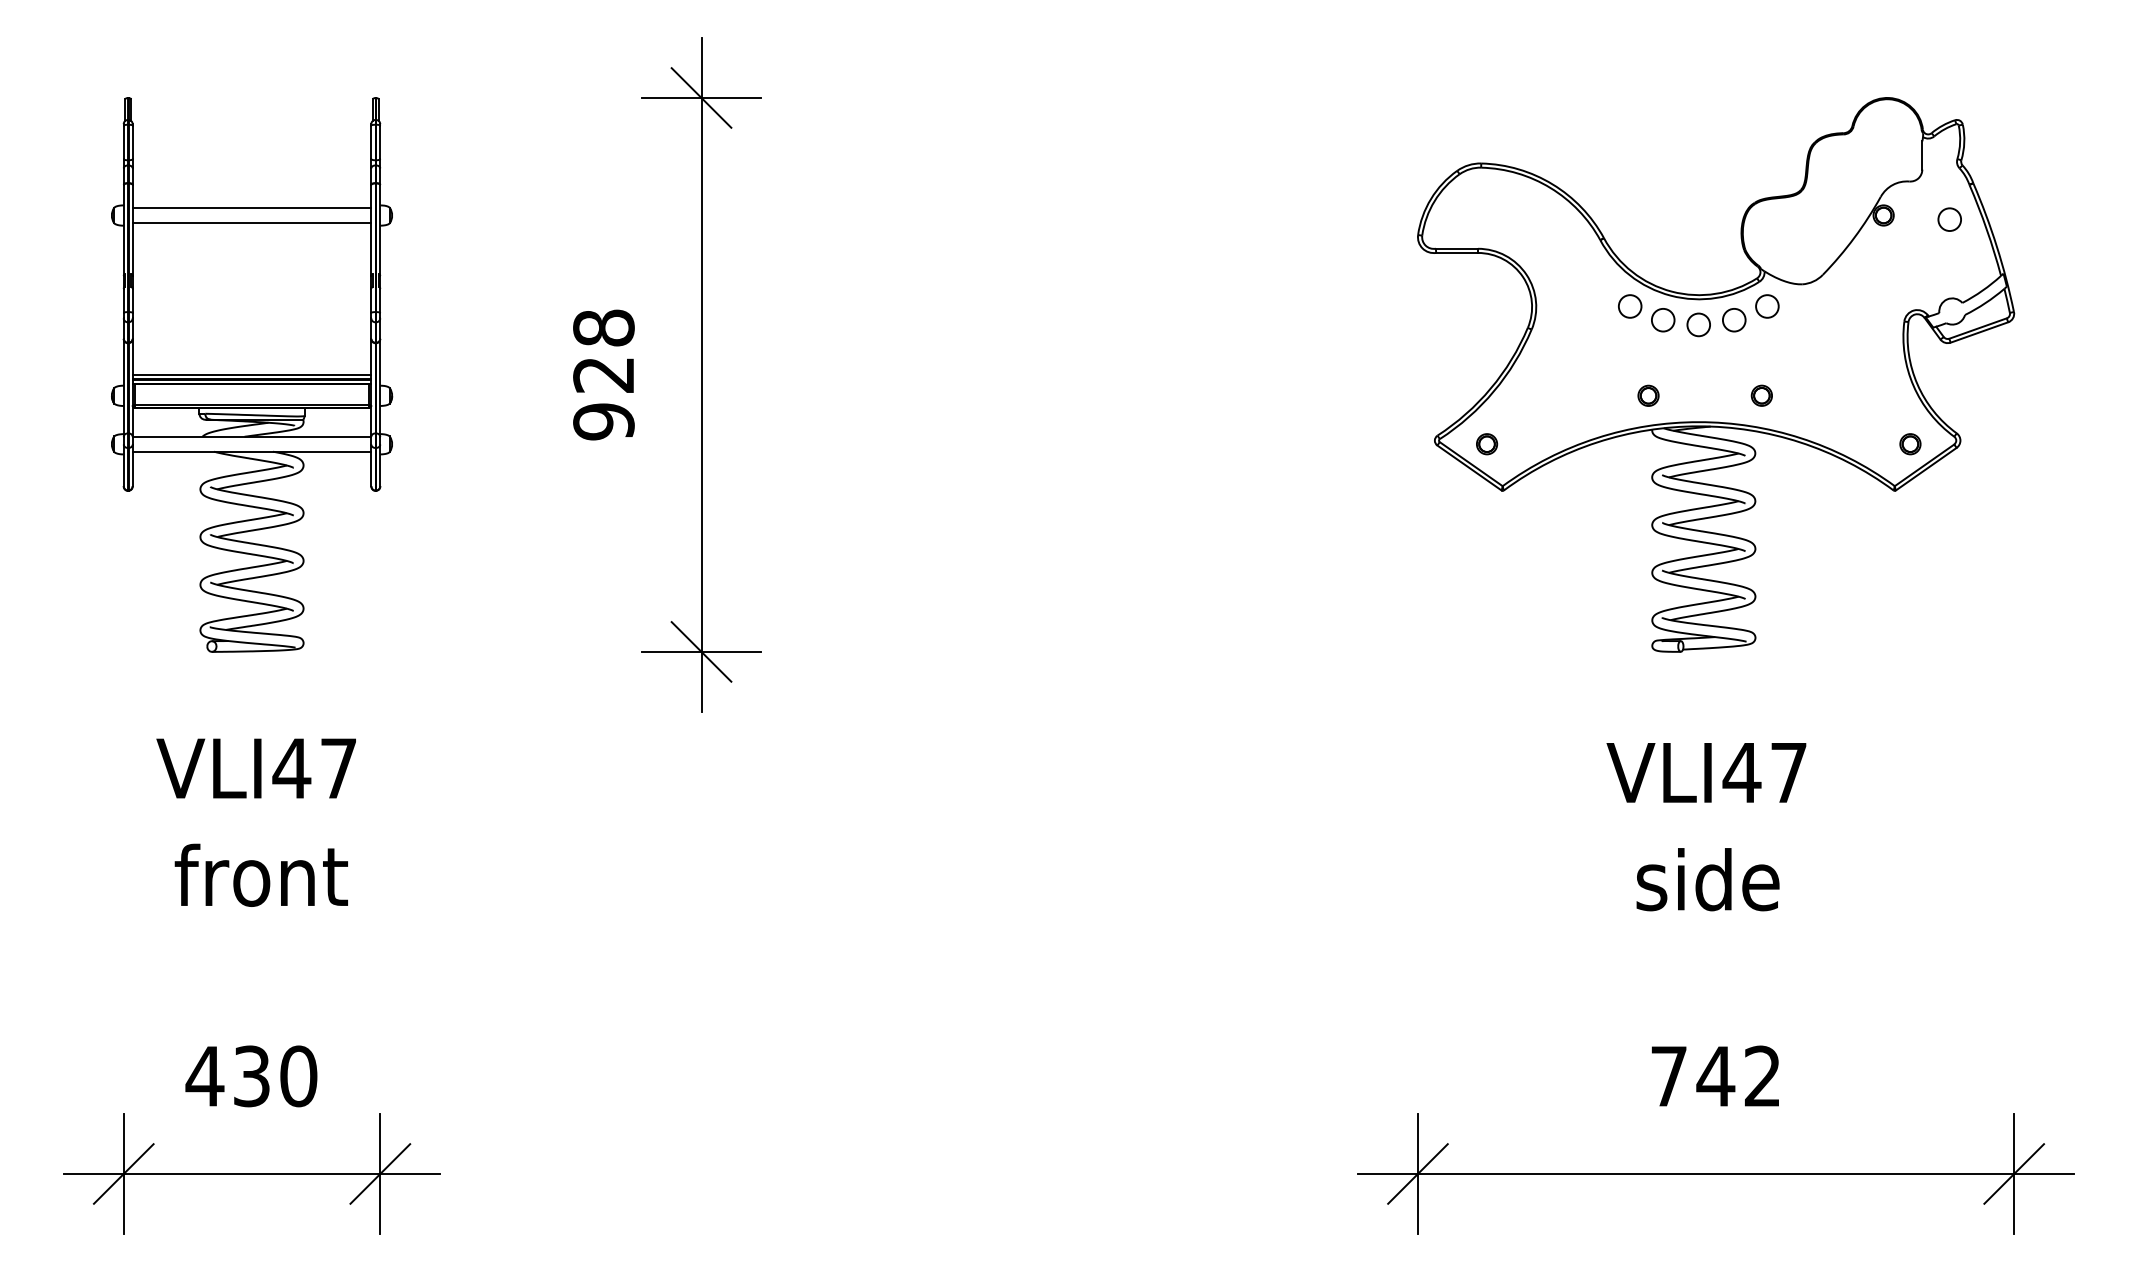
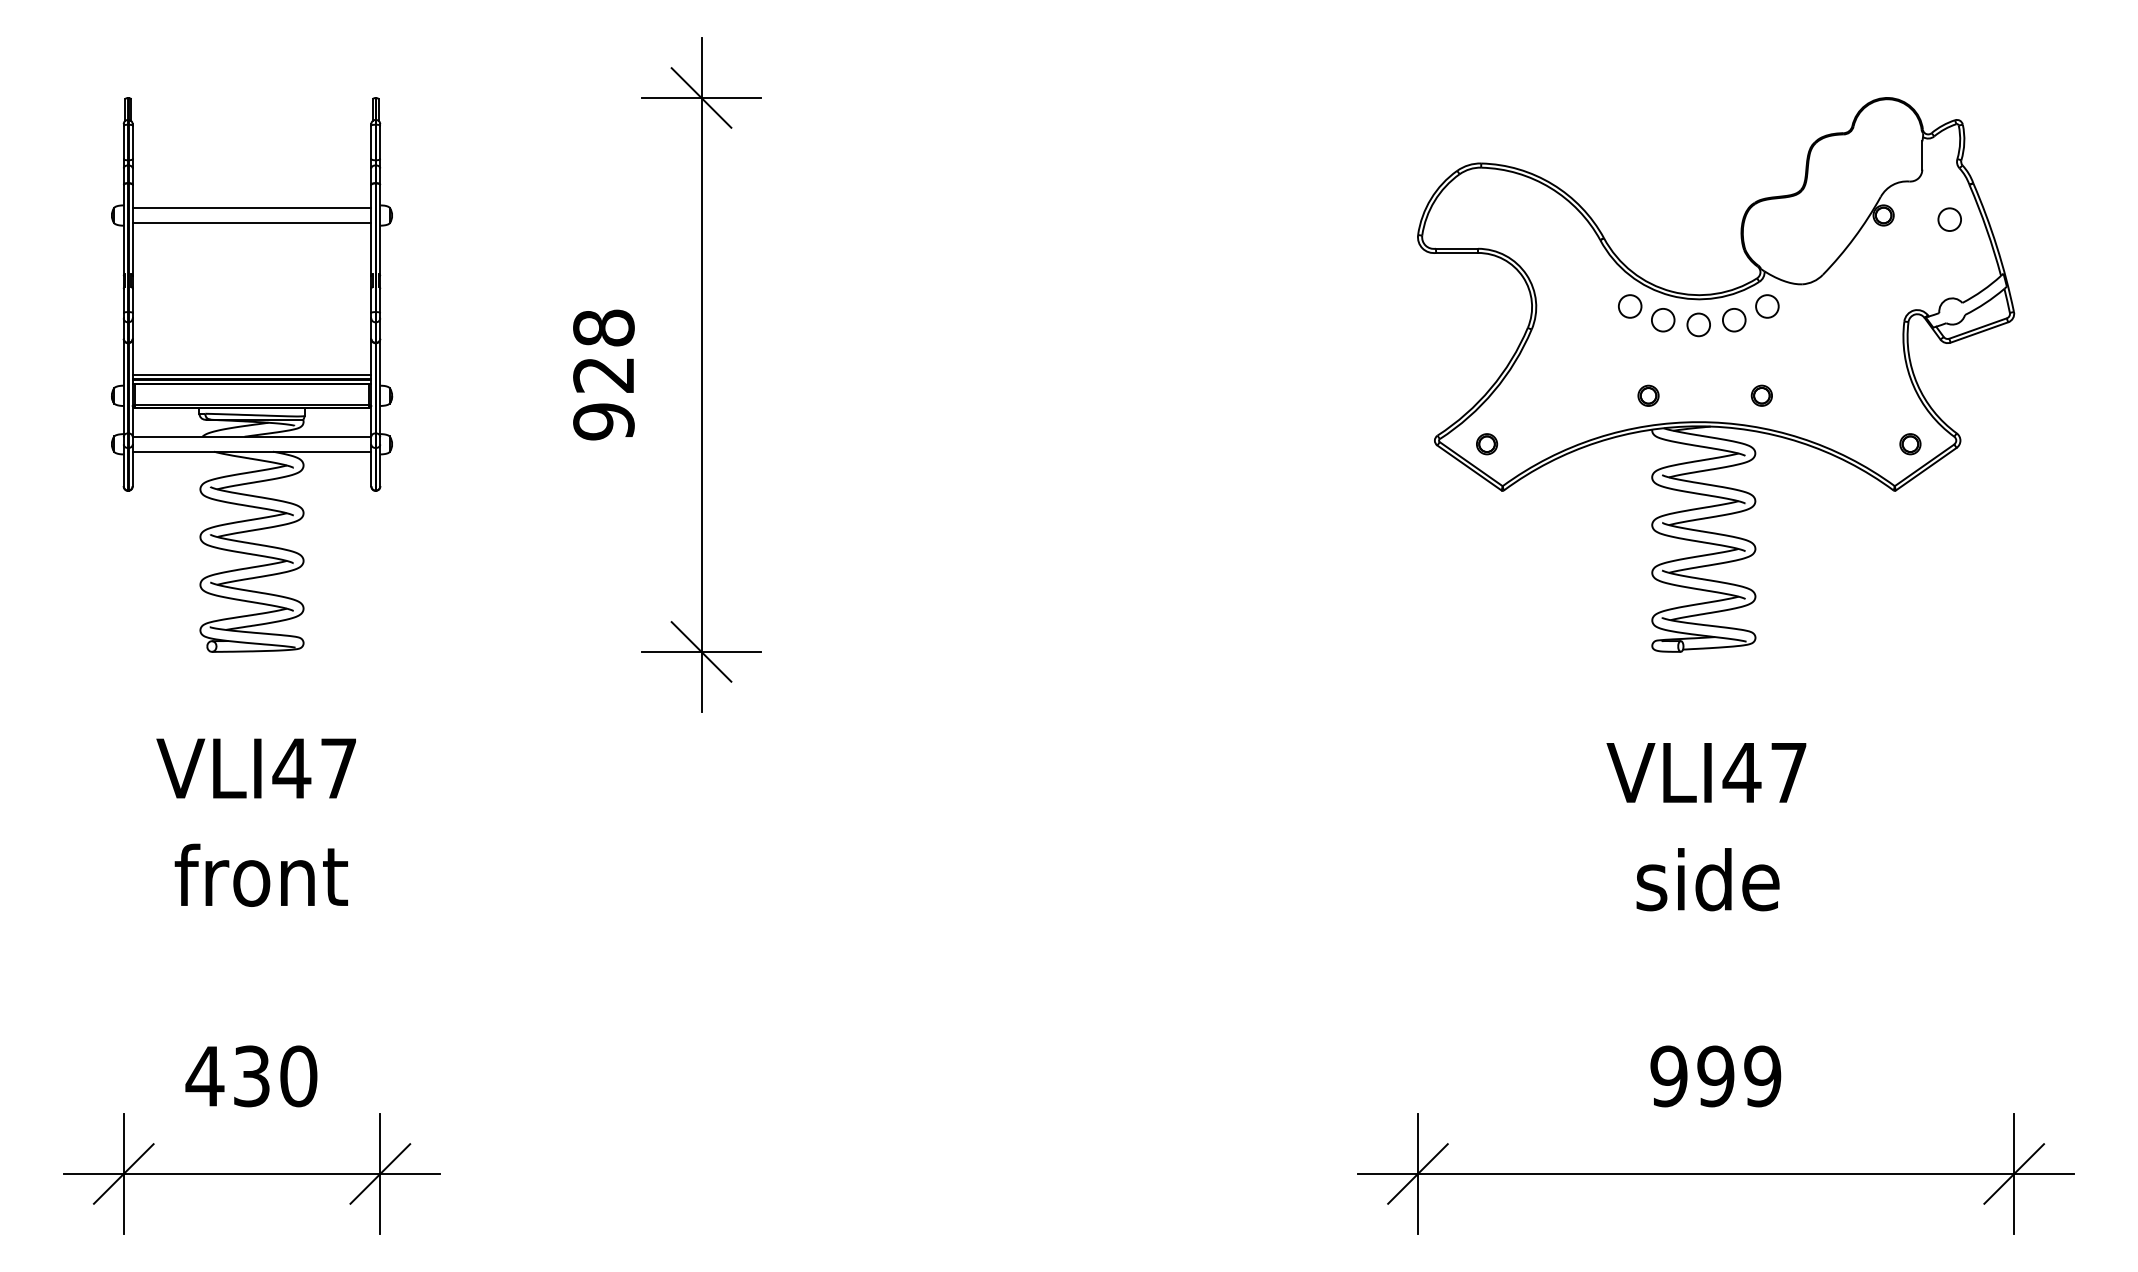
text at (1715, 1076): 742 -> 999
